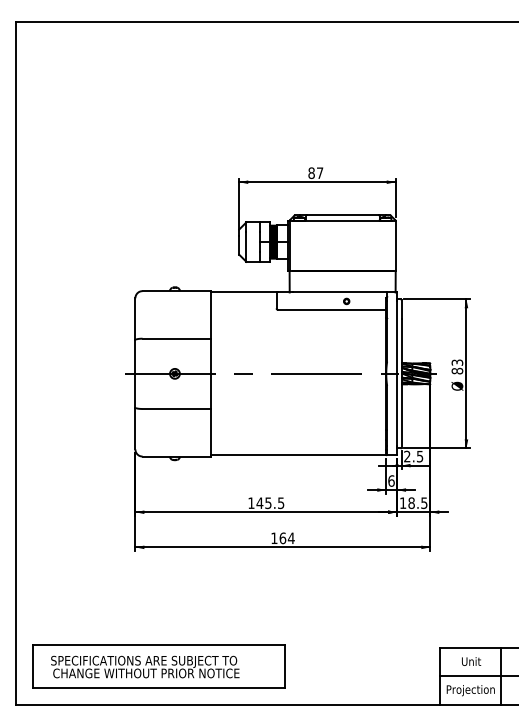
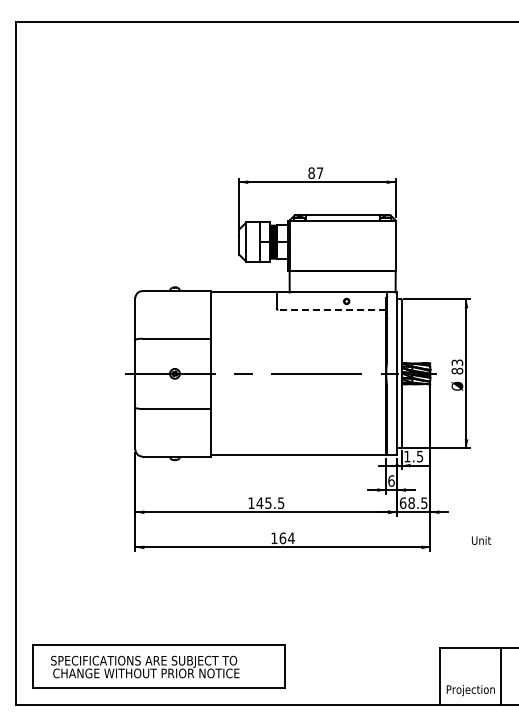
line at (332, 309): solid -> dashed
text at (407, 456): 2.5 -> 1.5
text at (402, 502): 18.5 -> 68.5
text at (471, 661) position: (471, 661) -> (481, 540)
line at (477, 676): present -> none
